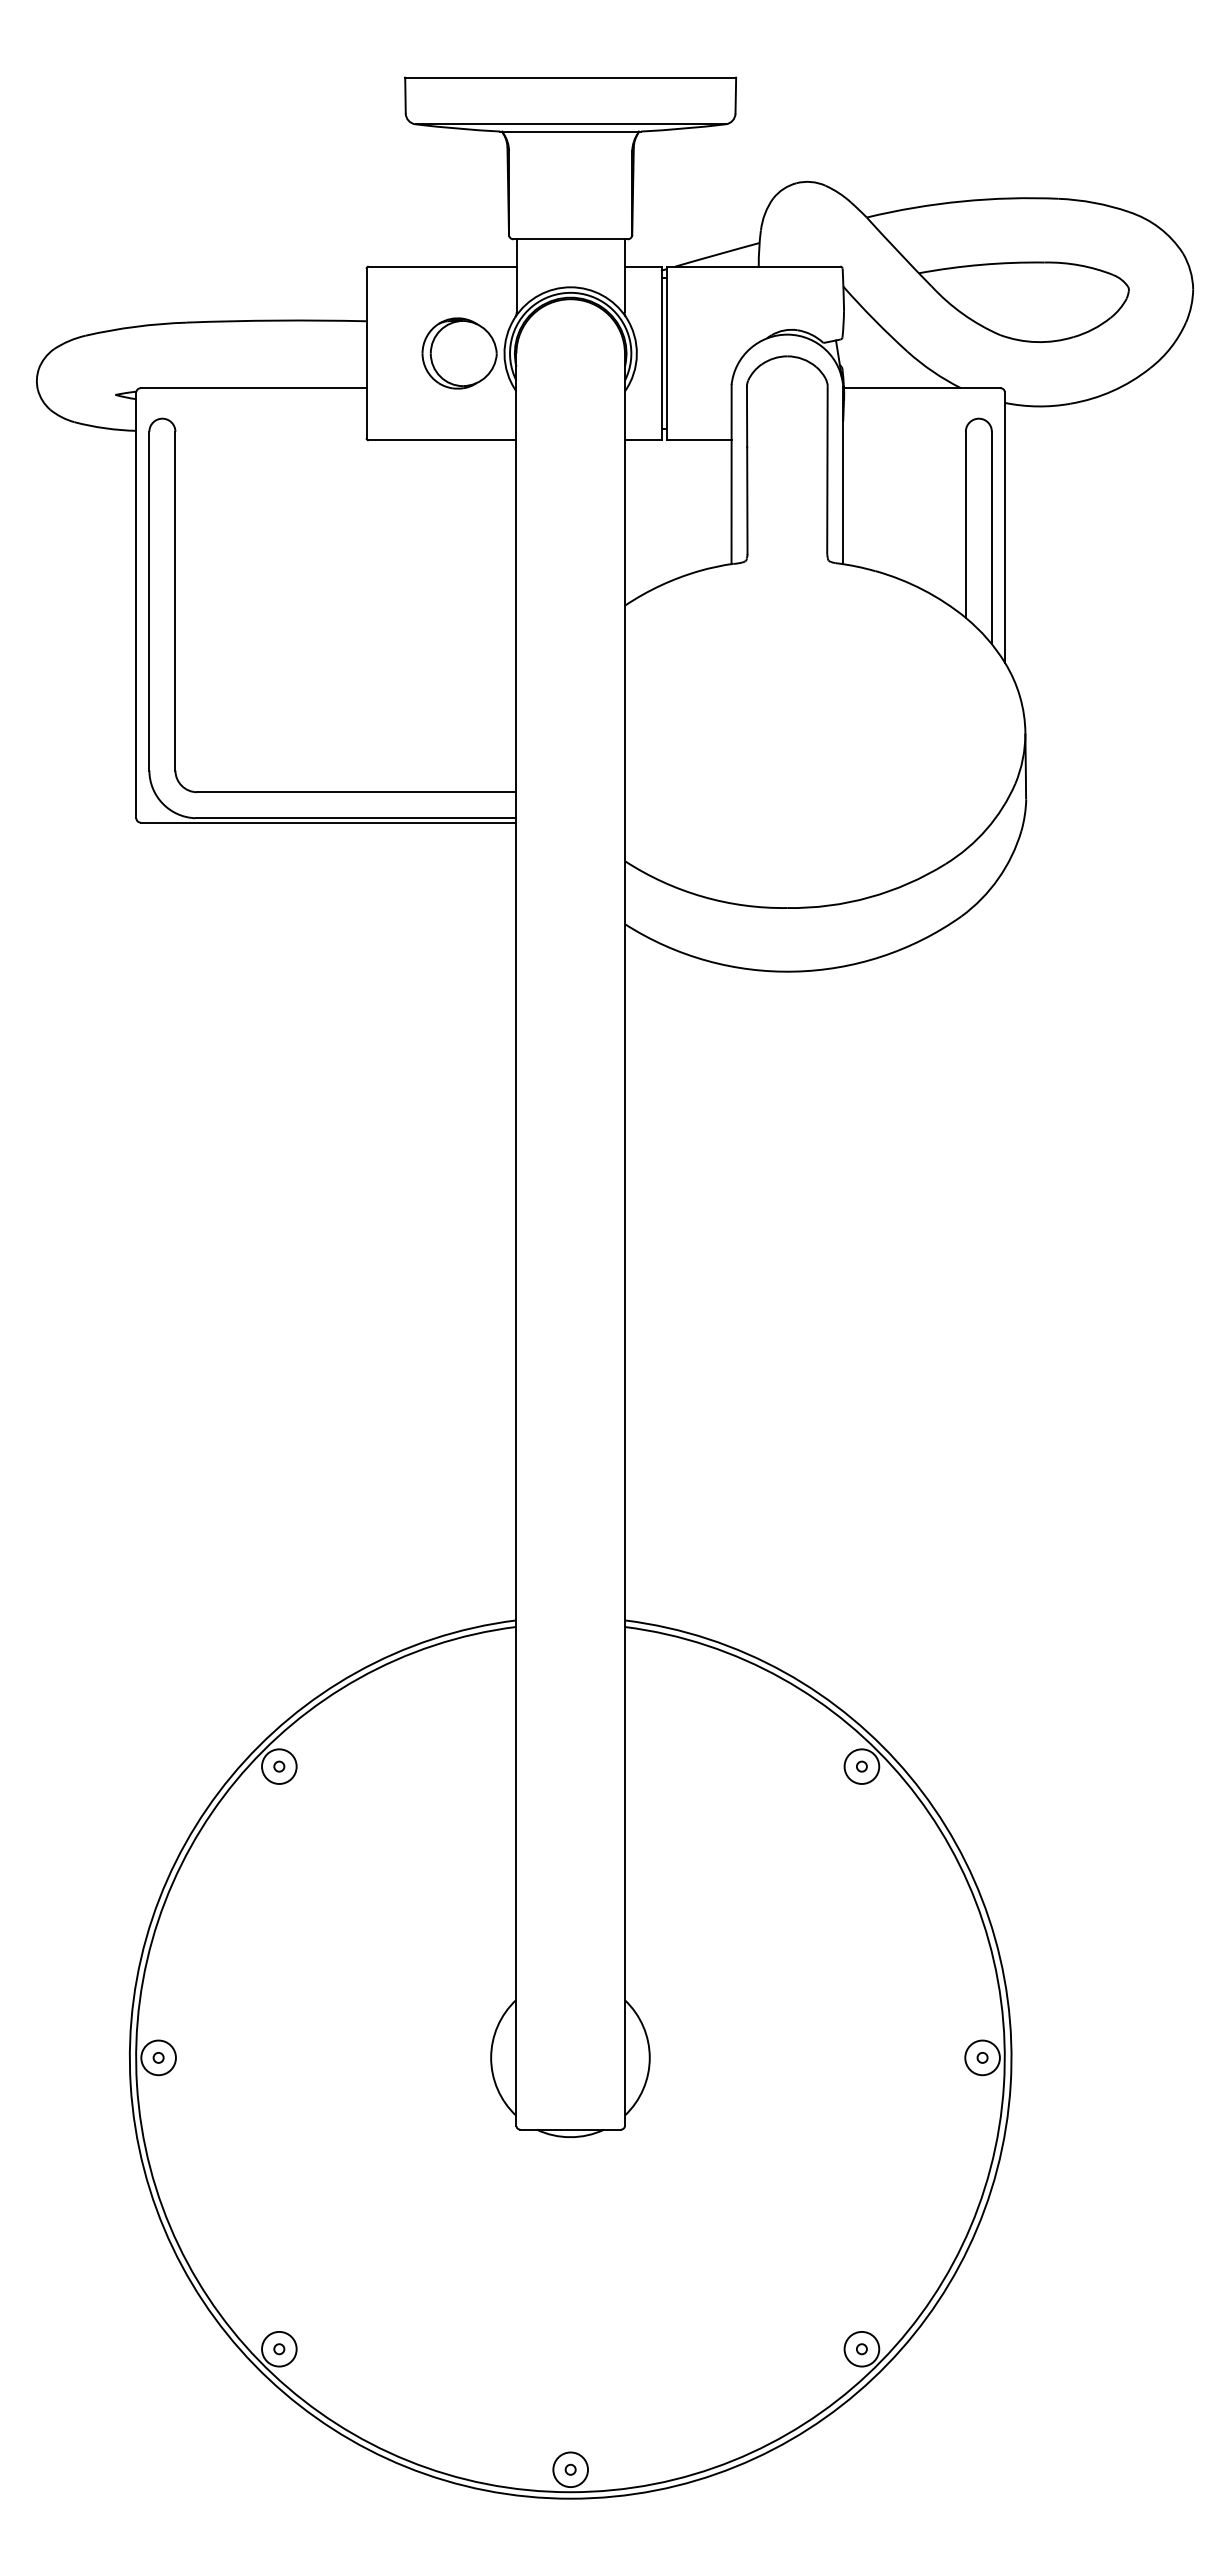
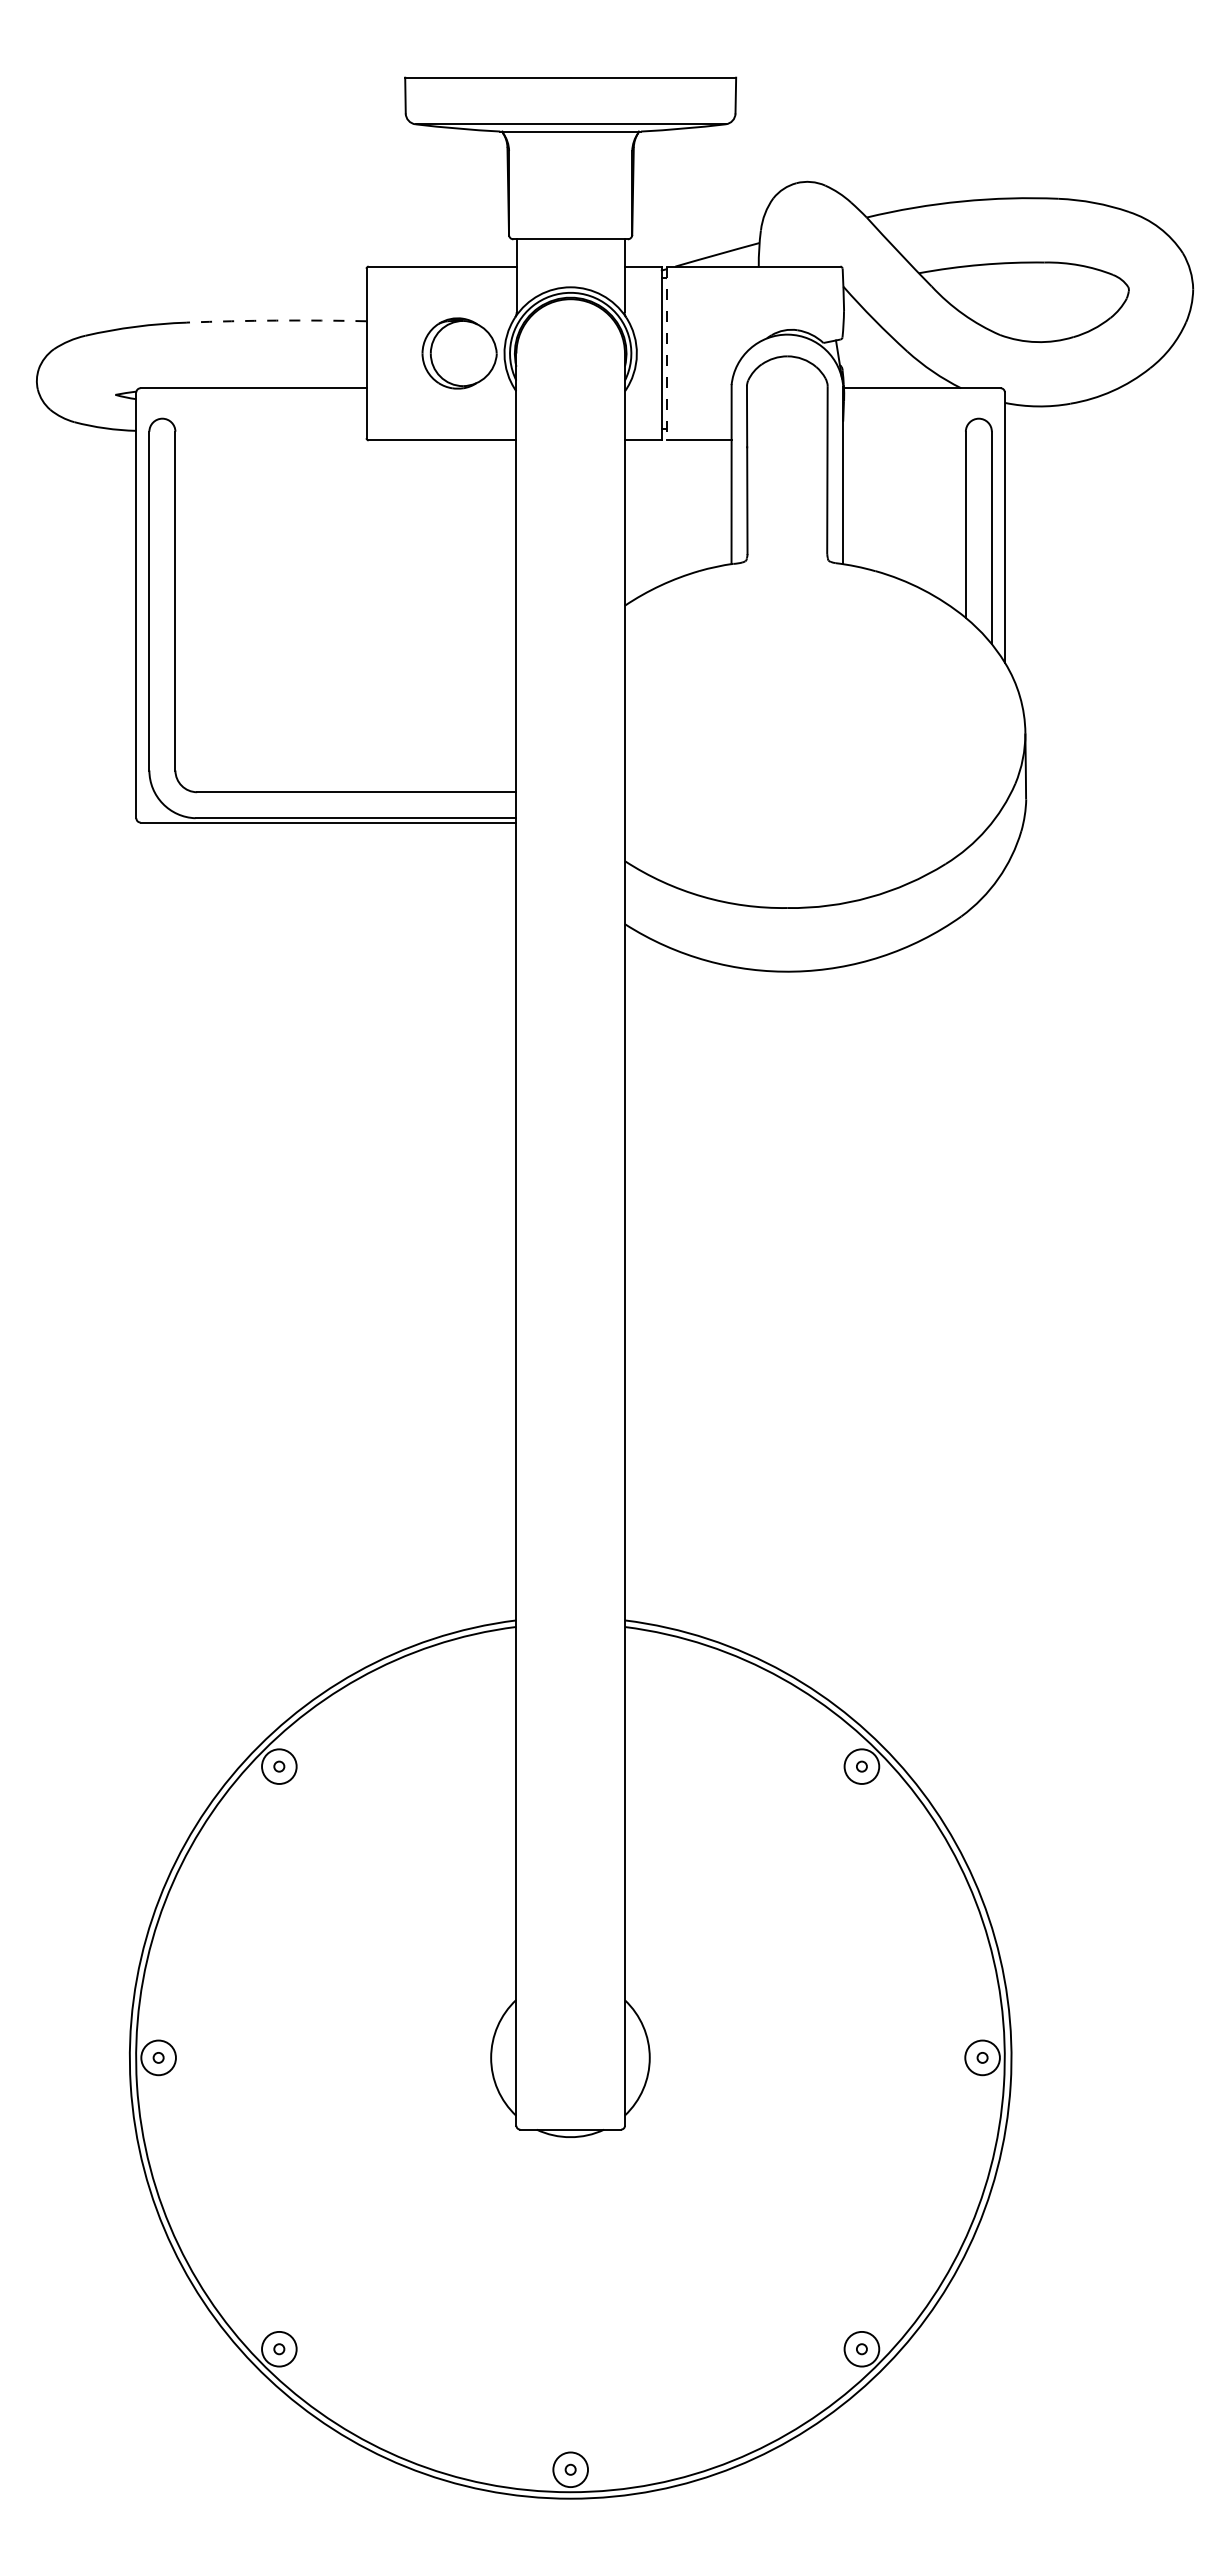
arc at (276, 320): solid -> dashed
line at (666, 353): solid -> dashed
